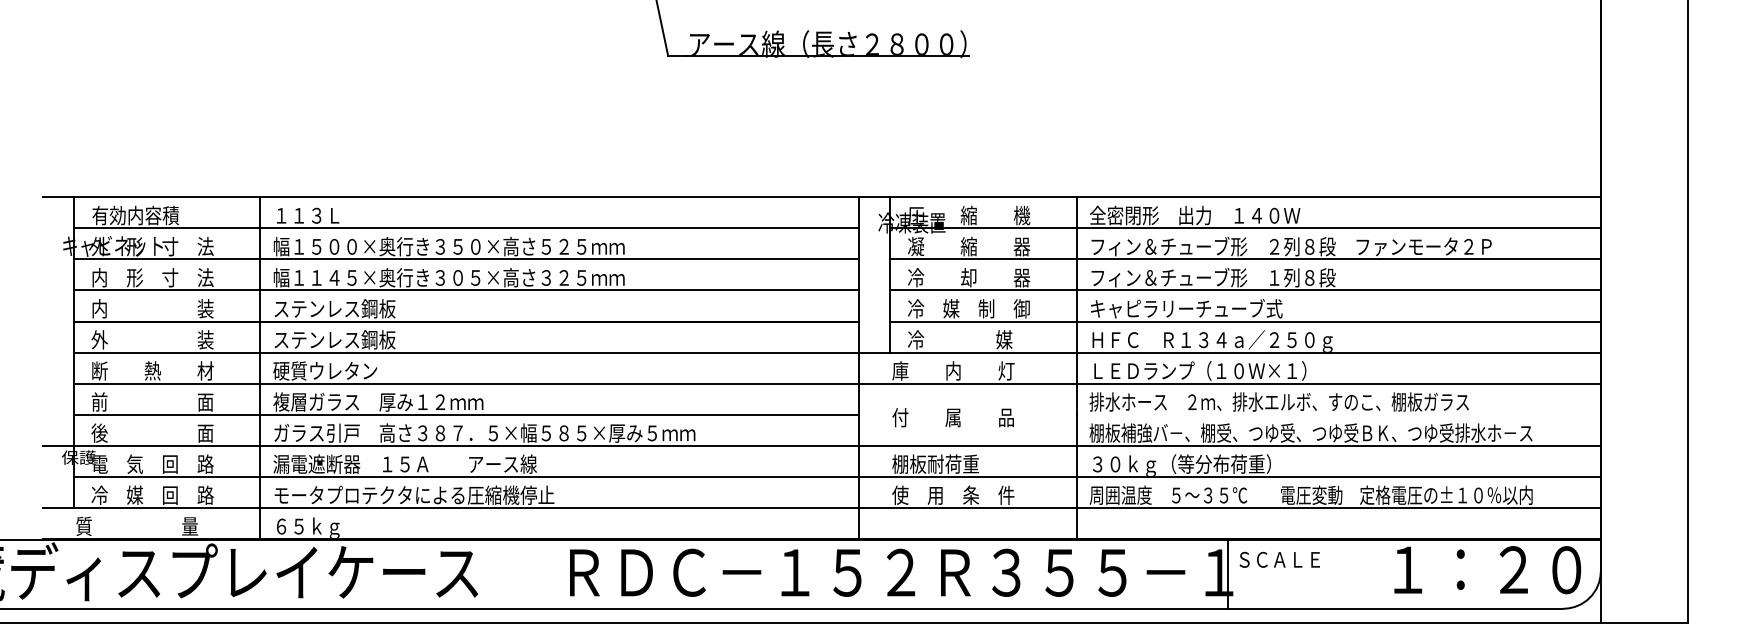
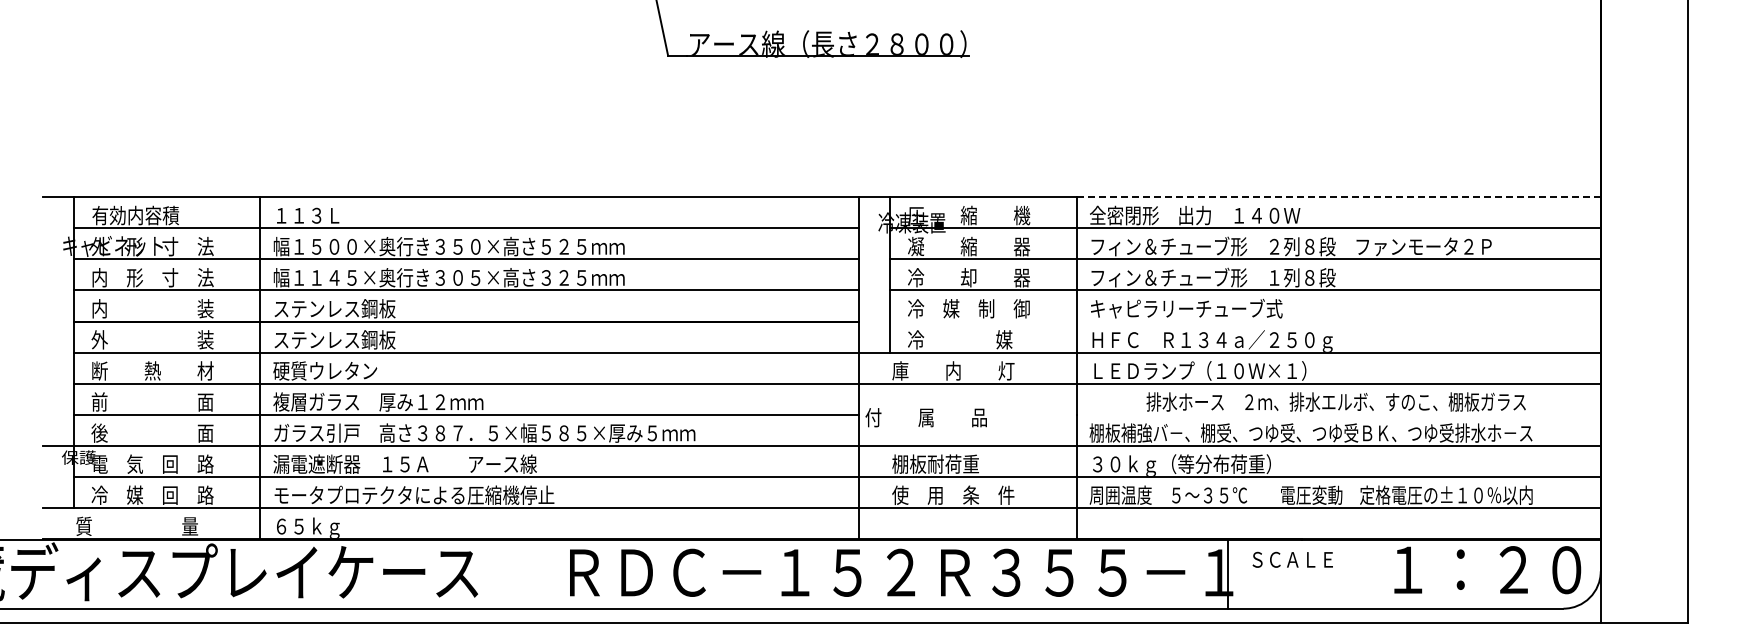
line at (1339, 197): solid -> dashed
line at (1245, 321): present -> none
text at (1278, 401) position: (1278, 401) -> (1335, 401)
text at (952, 417) position: (952, 417) -> (925, 417)
text at (1279, 559) position: (1279, 559) -> (1292, 559)
